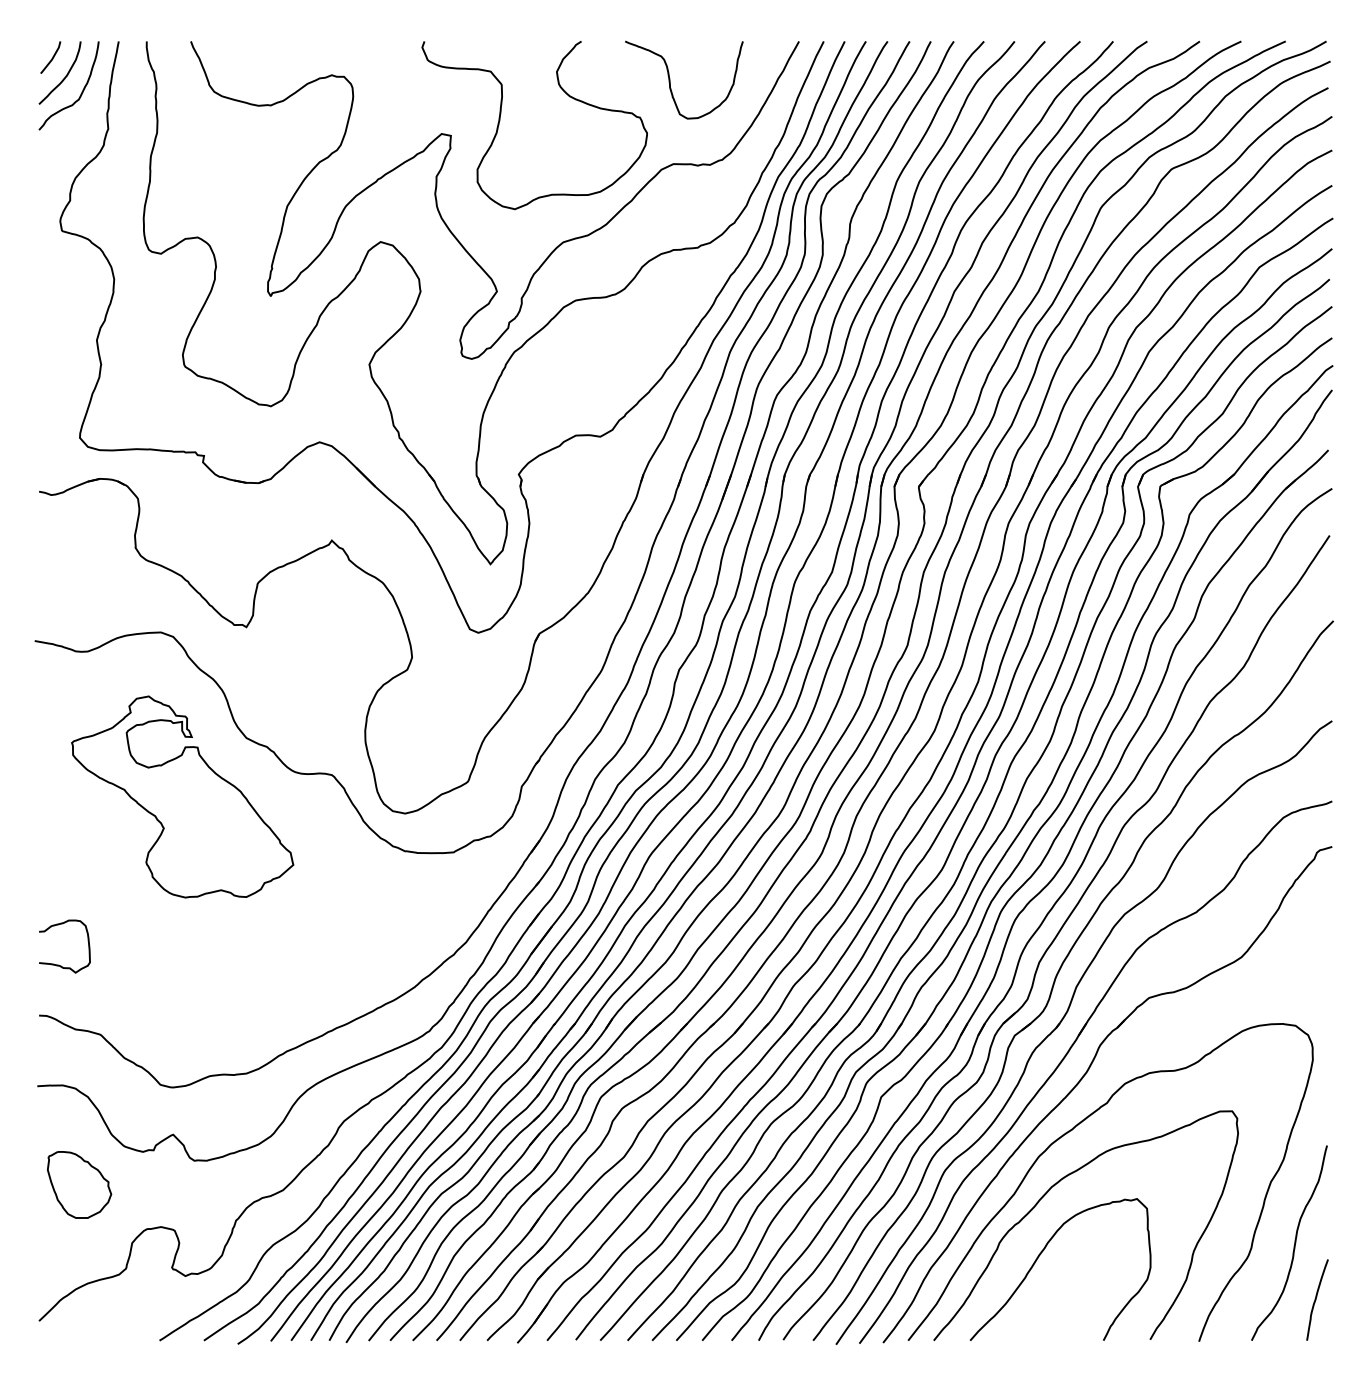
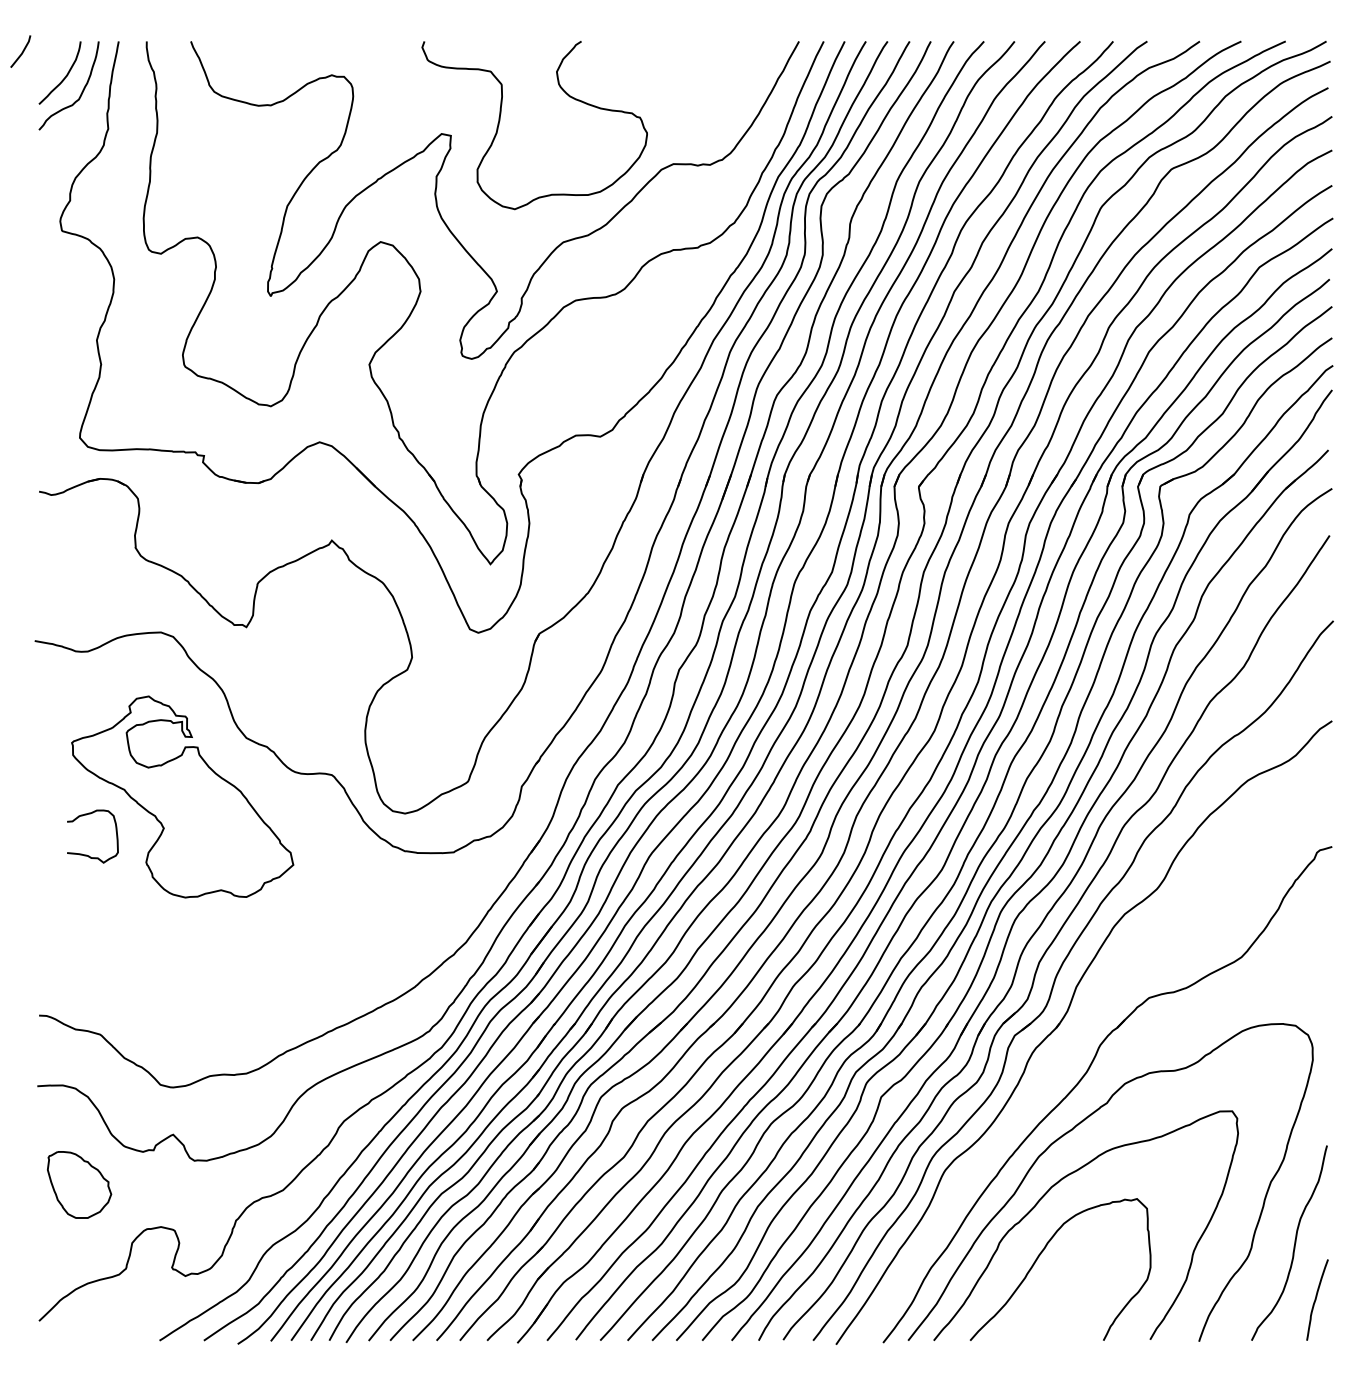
line at (51, 58) position: (51, 58) -> (21, 52)
curve at (670, 79): present -> none
curve at (58, 964) position: (58, 964) -> (86, 854)
part at (1068, 1053): present -> none
